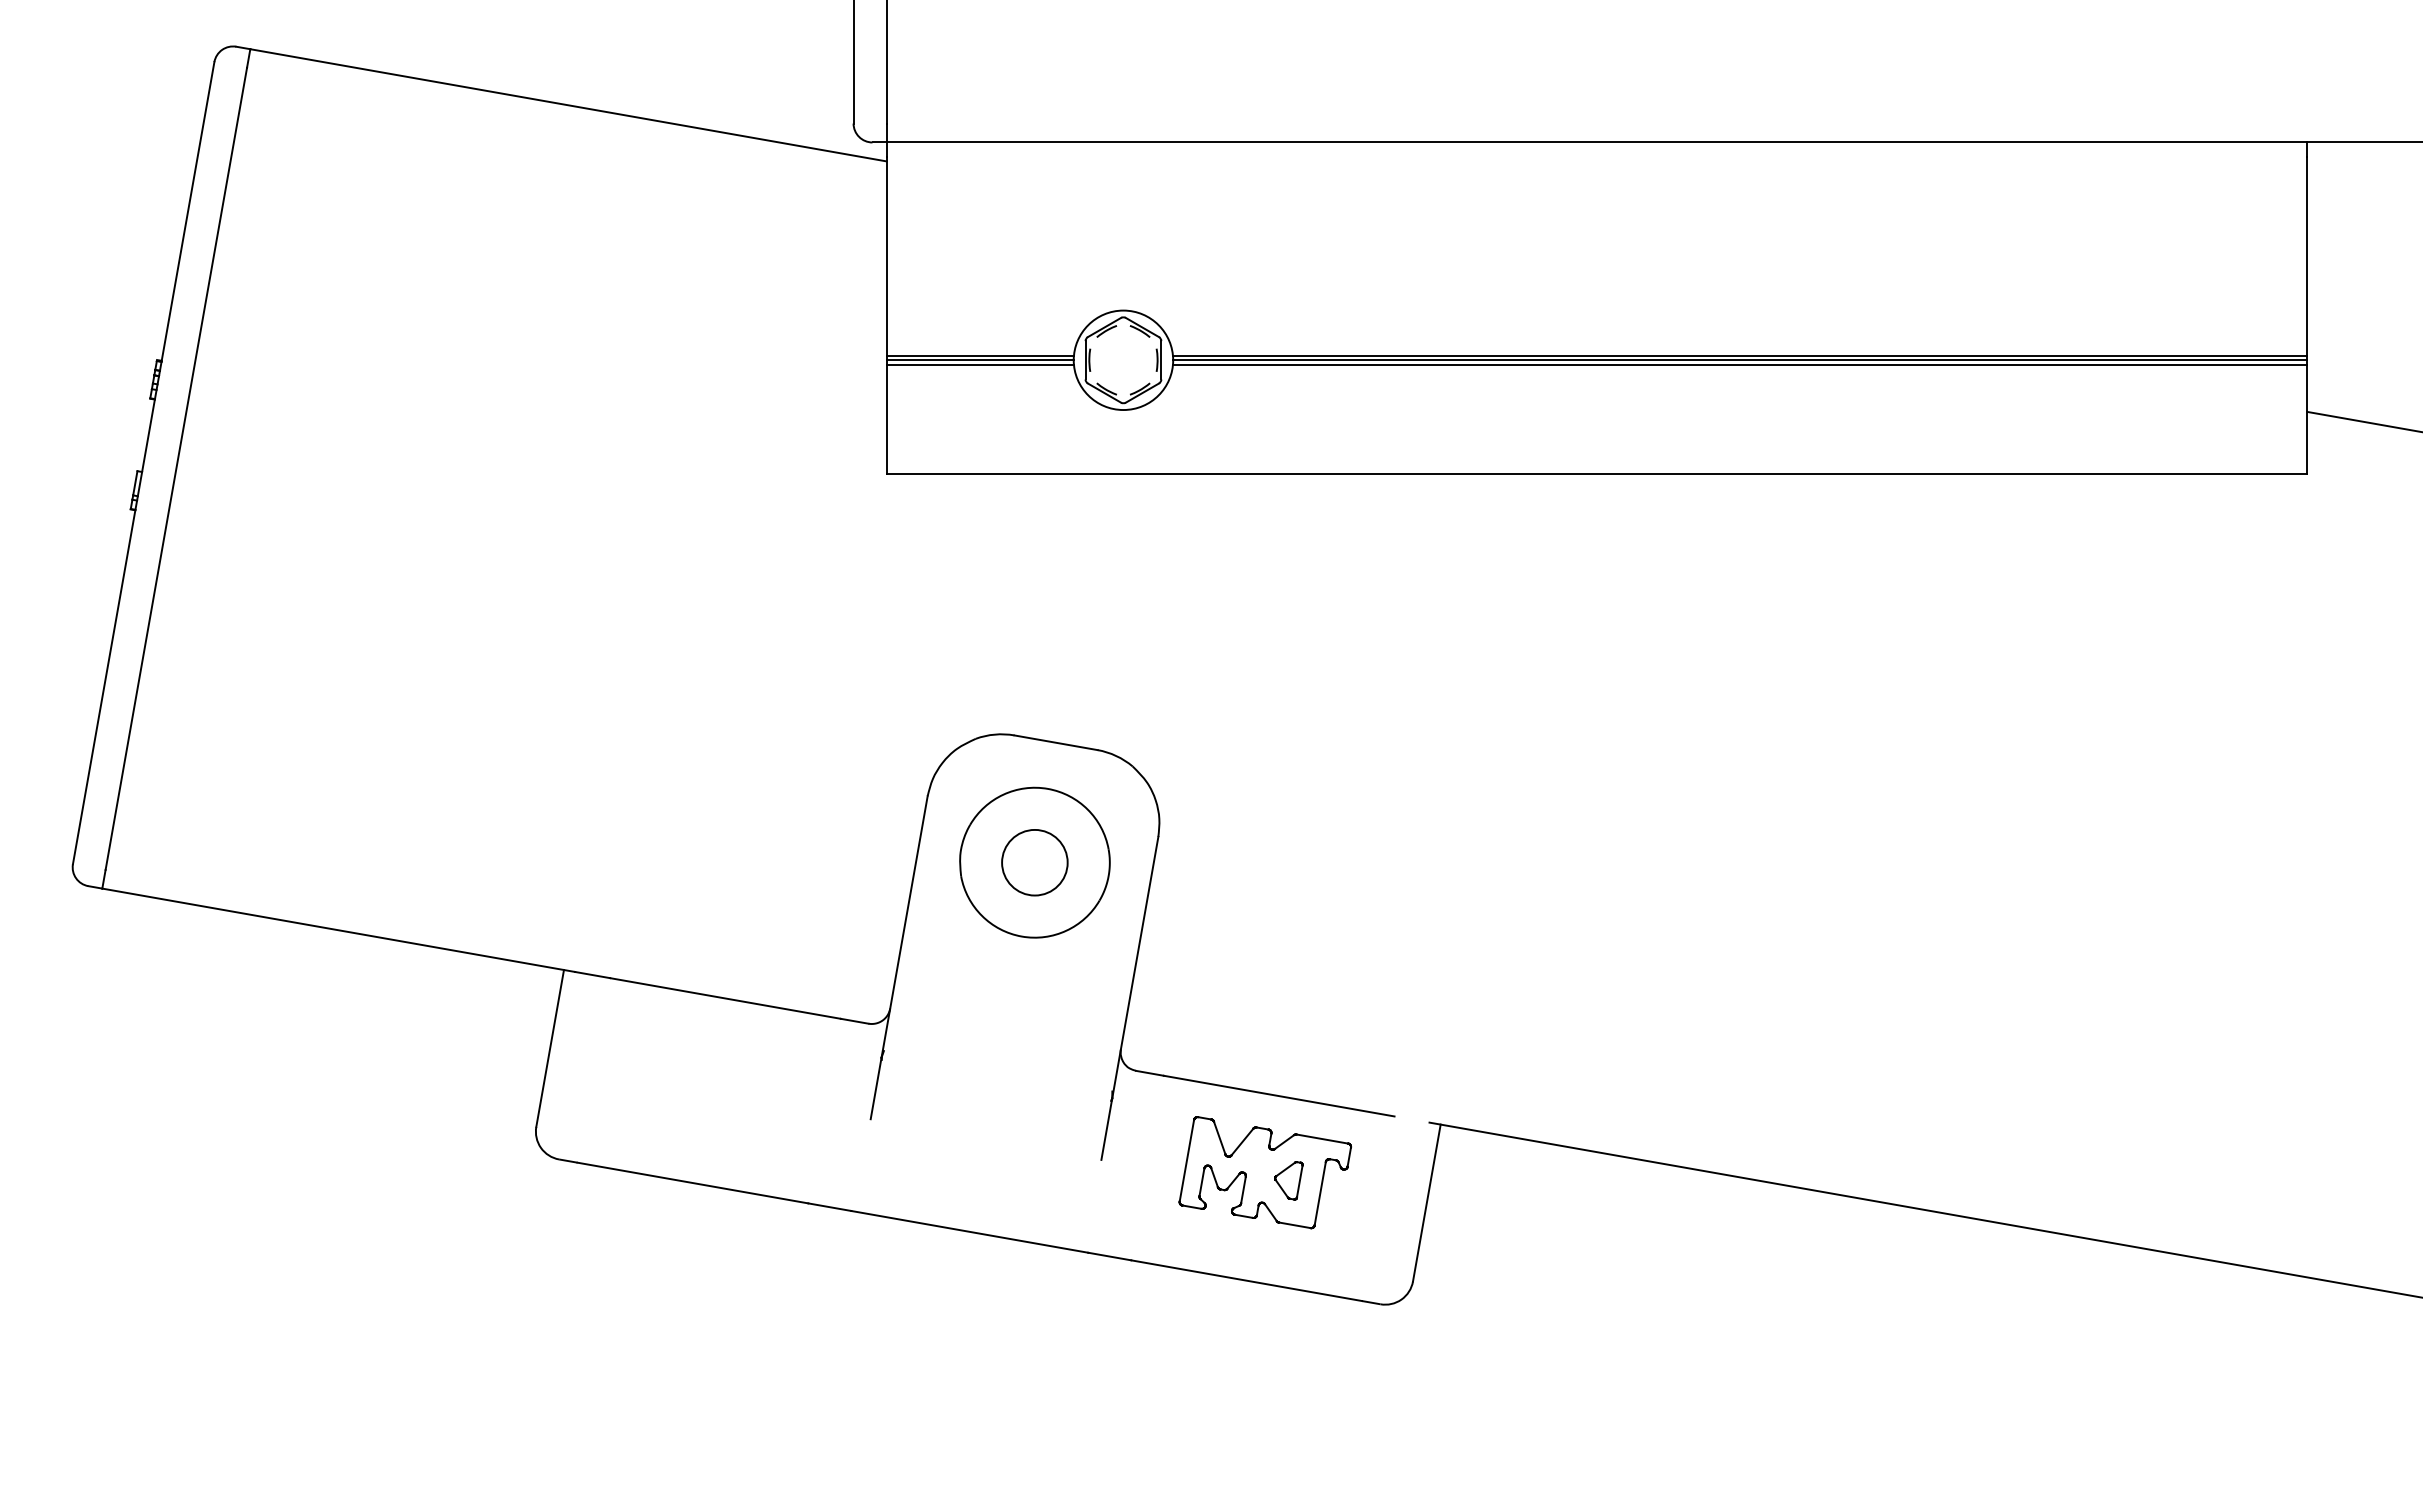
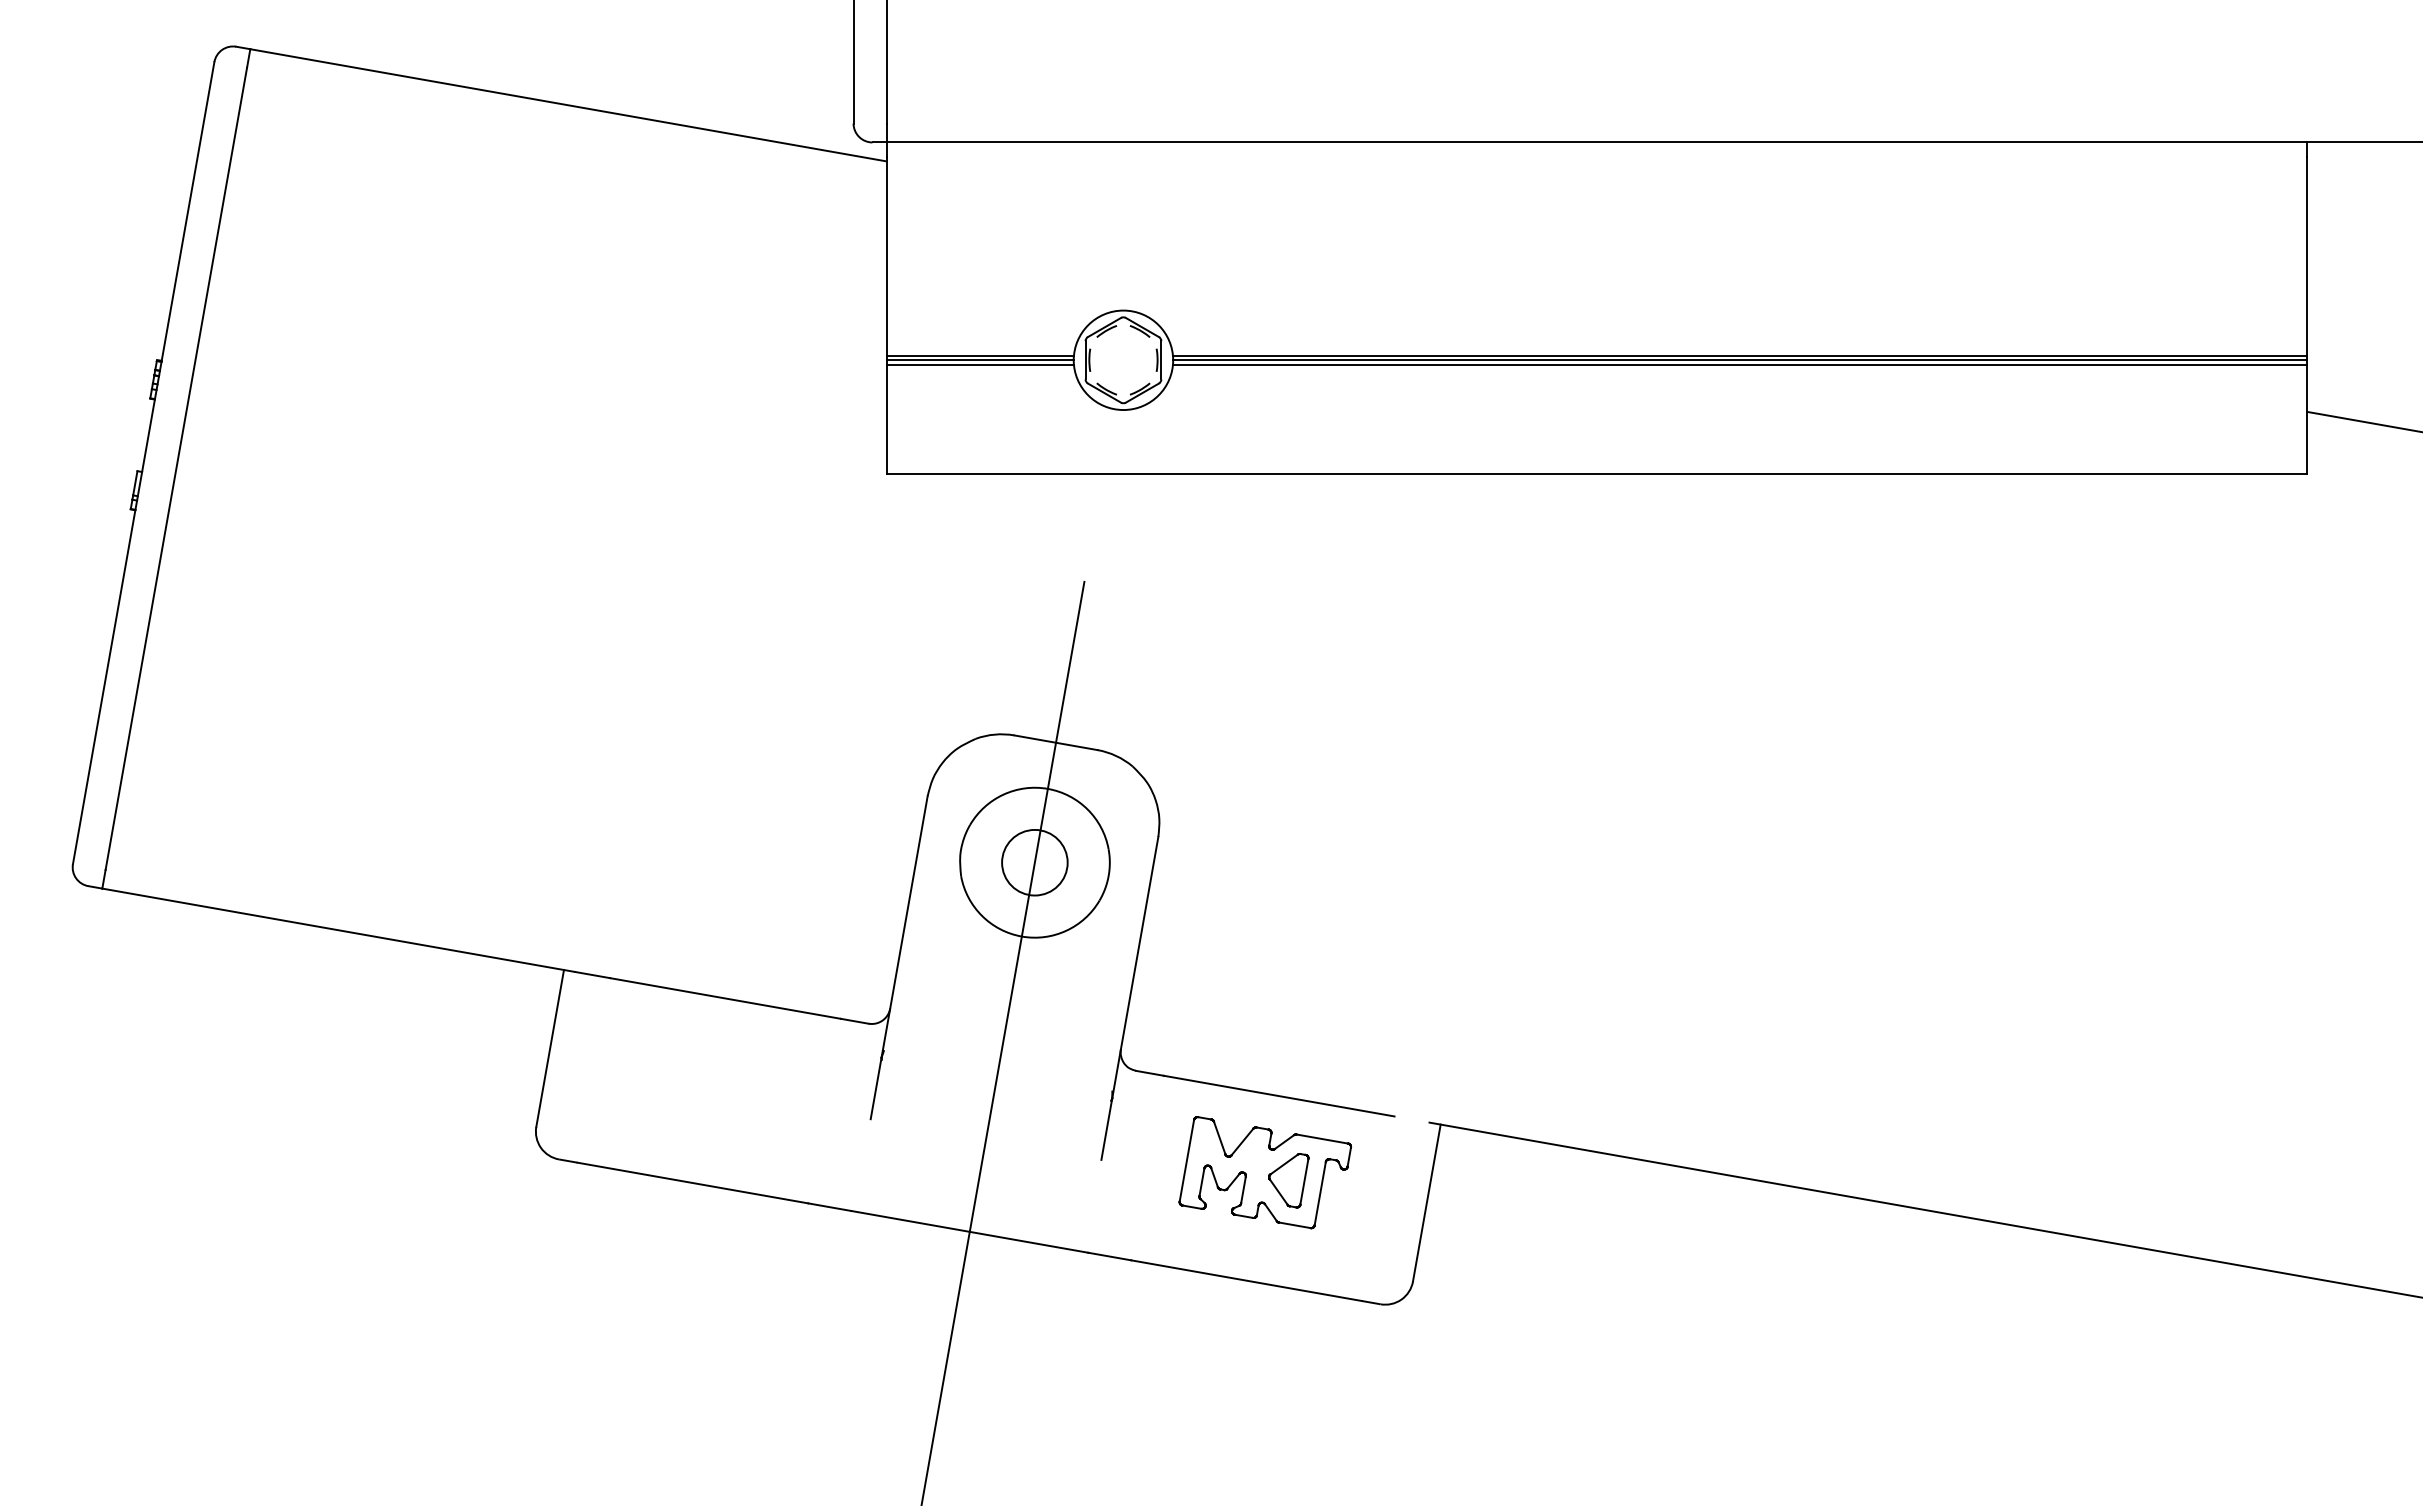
line at (1003, 1041): none -> present
part at (1288, 1180) size: 30x40 px -> 42x56 px
